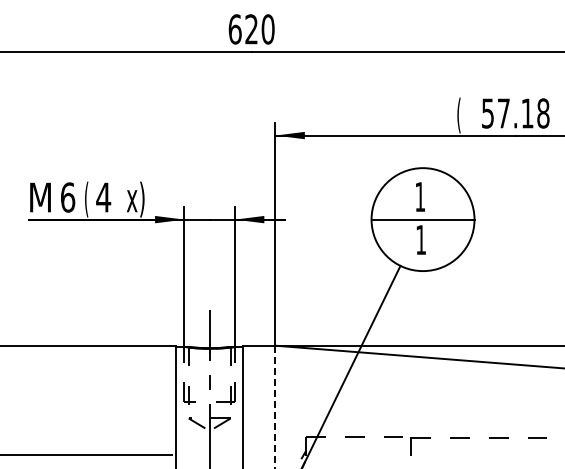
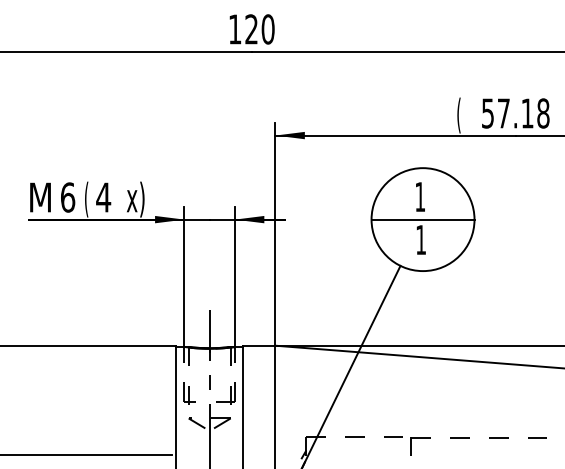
text at (234, 29): 620 -> 120
line at (275, 407): dashed -> solid
